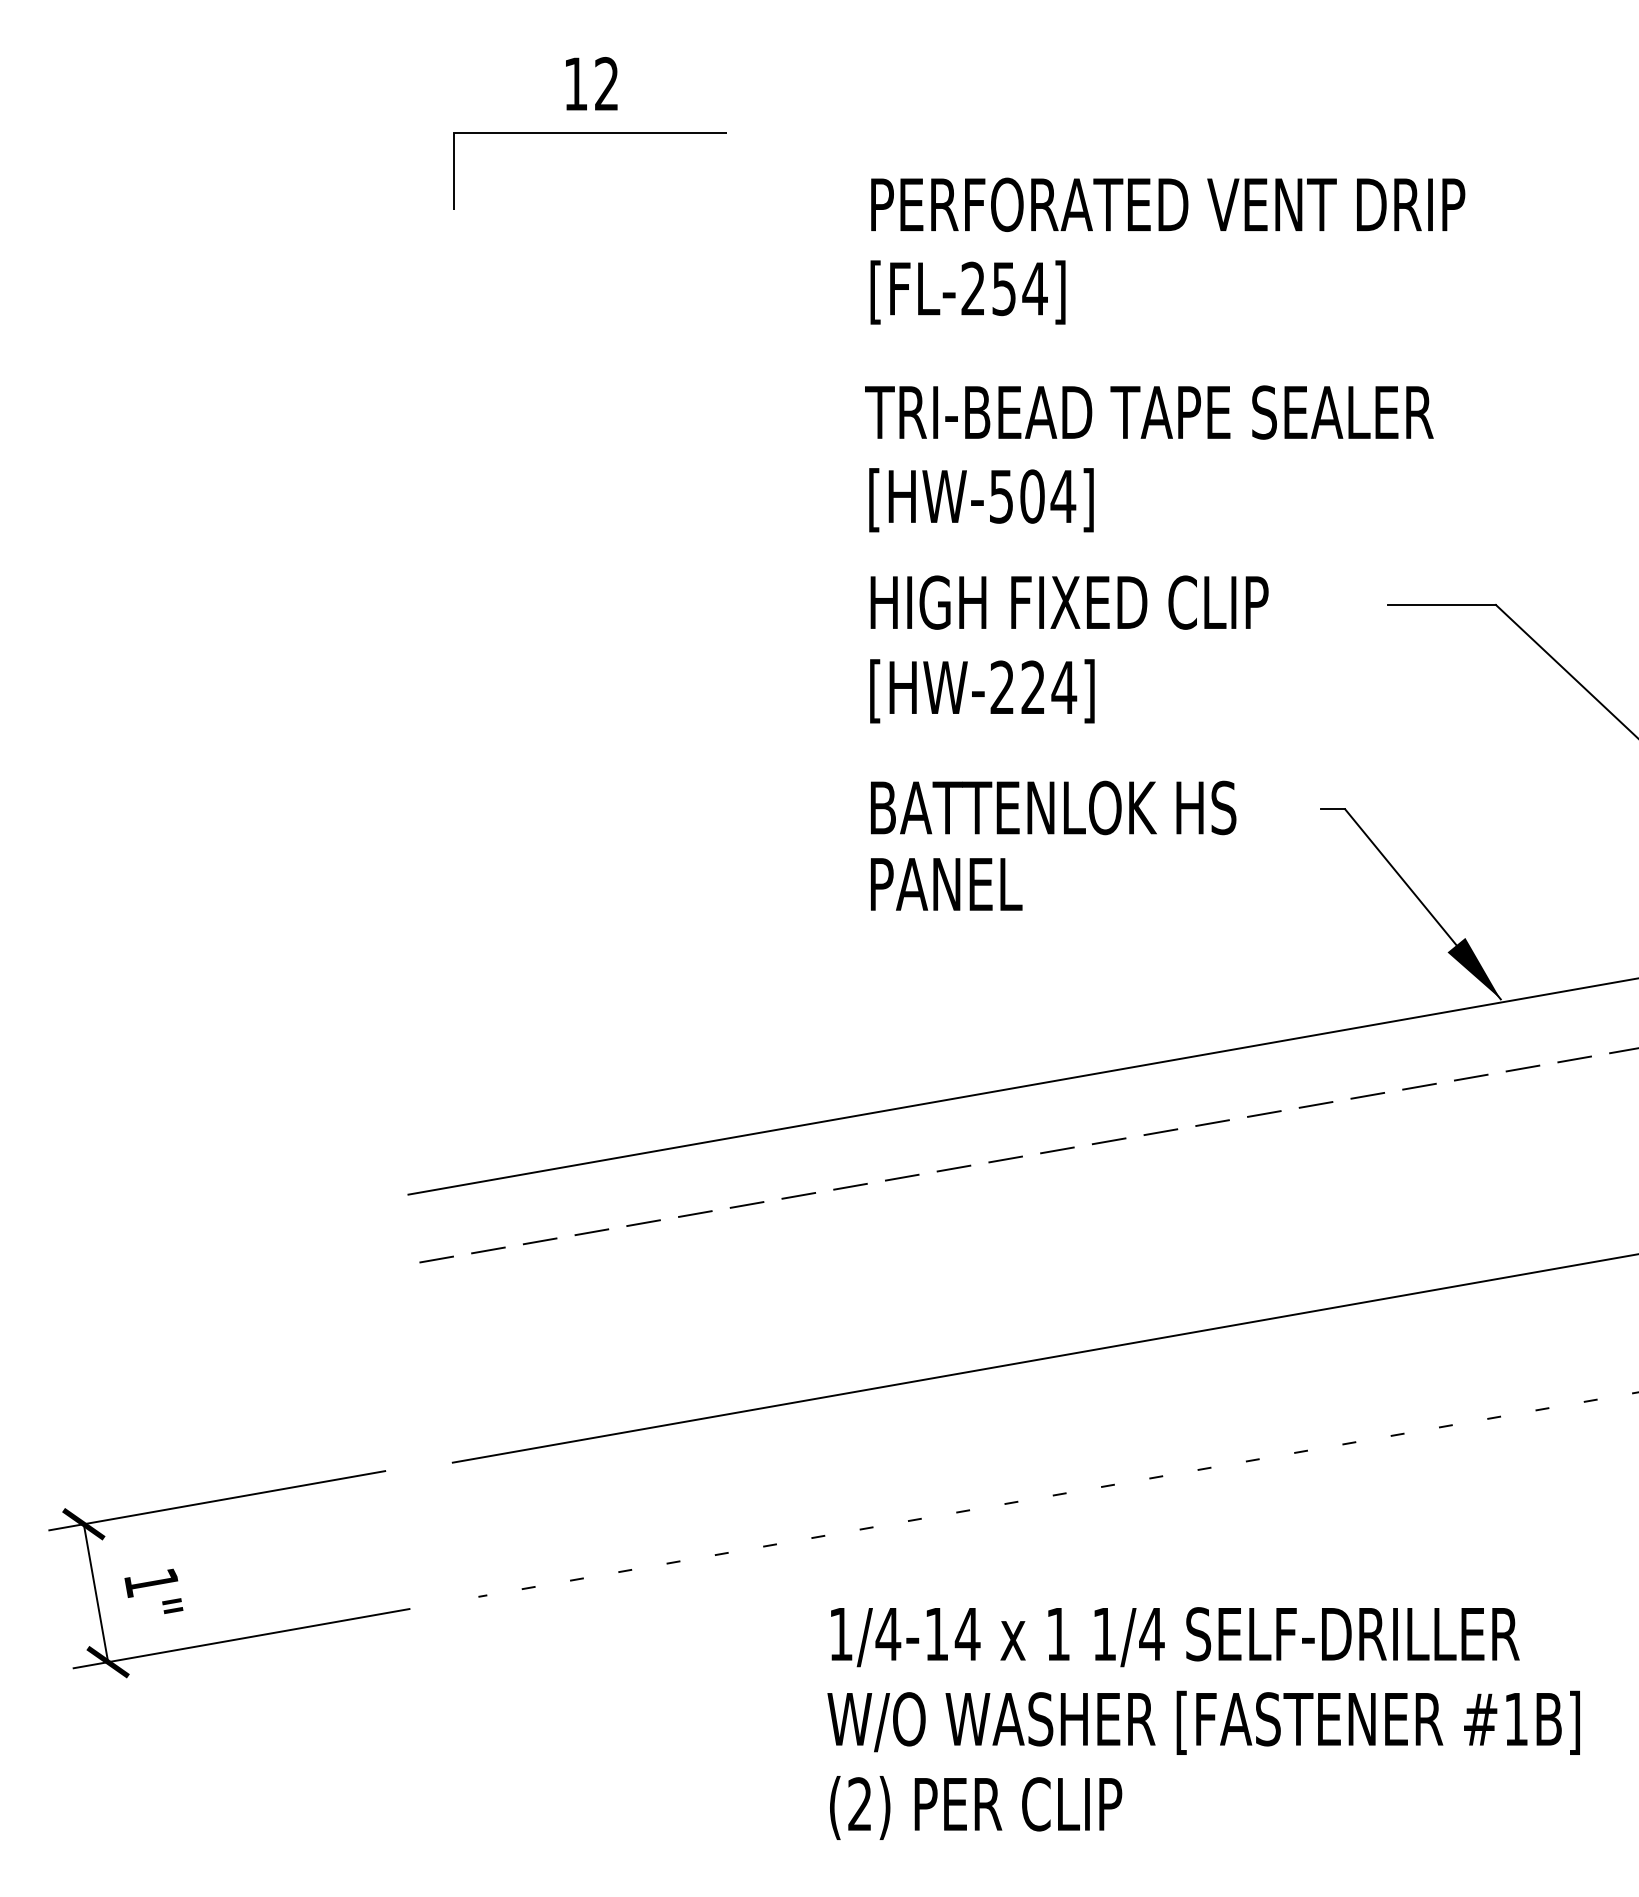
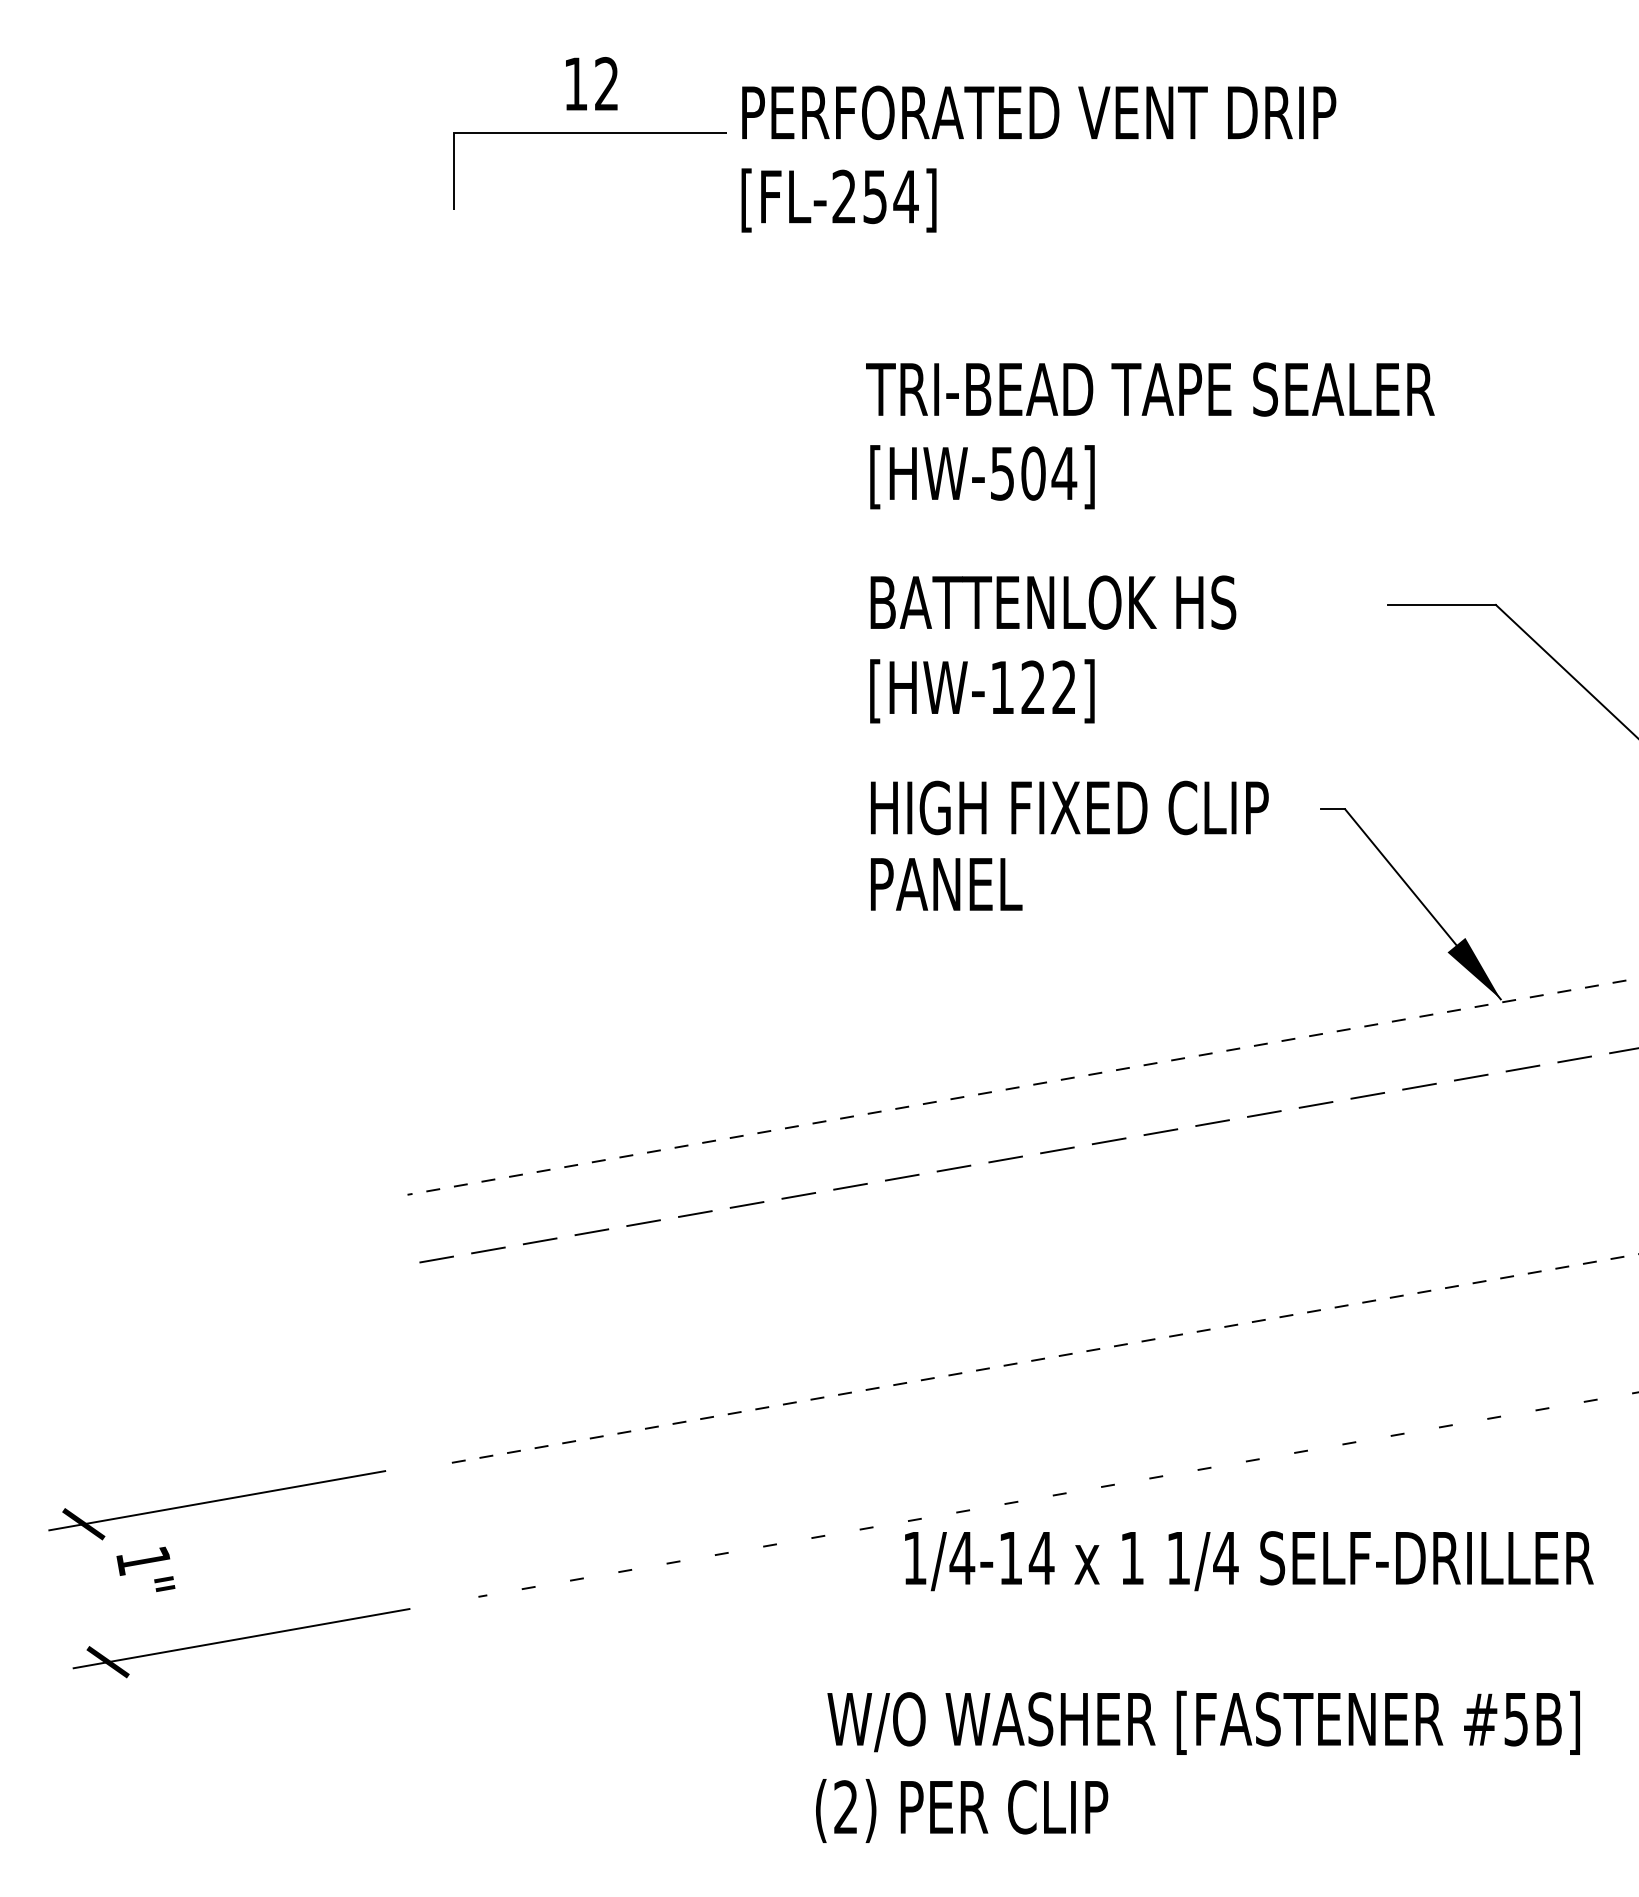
text at (1167, 250) position: (1167, 250) -> (1038, 158)
text at (1149, 458) position: (1149, 458) -> (1150, 435)
text at (1071, 602): HIGH FIXED CLIP -> BATTENLOK HS
text at (1033, 686): [HW-224] -> [HW-122]
text at (1071, 807): BATTENLOK HS -> HIGH FIXED CLIP
line at (1616, 982): solid -> dashed
text at (153, 1591) position: (153, 1591) -> (145, 1569)
line at (95, 1593): present -> none
text at (1175, 1637) position: (1175, 1637) -> (1249, 1561)
text at (1515, 1719): #1B] -> #5B]
text at (976, 1807) position: (976, 1807) -> (962, 1810)
